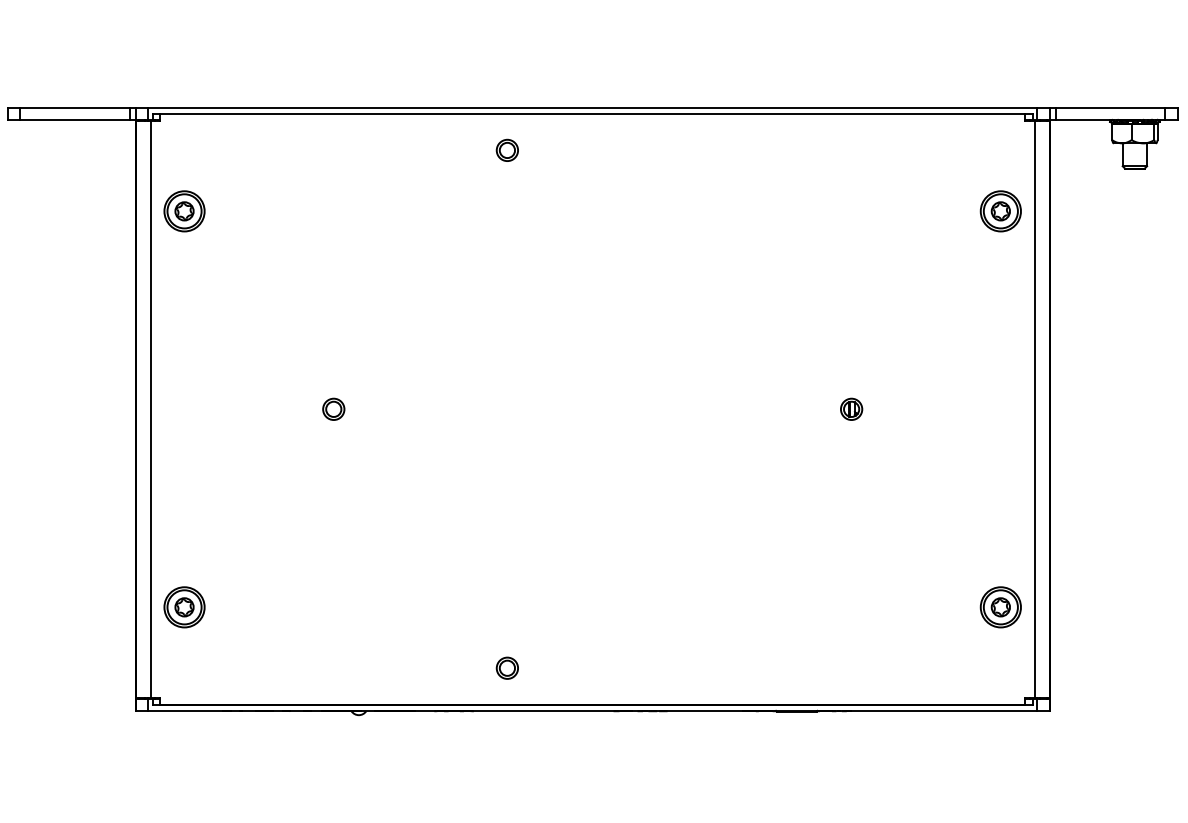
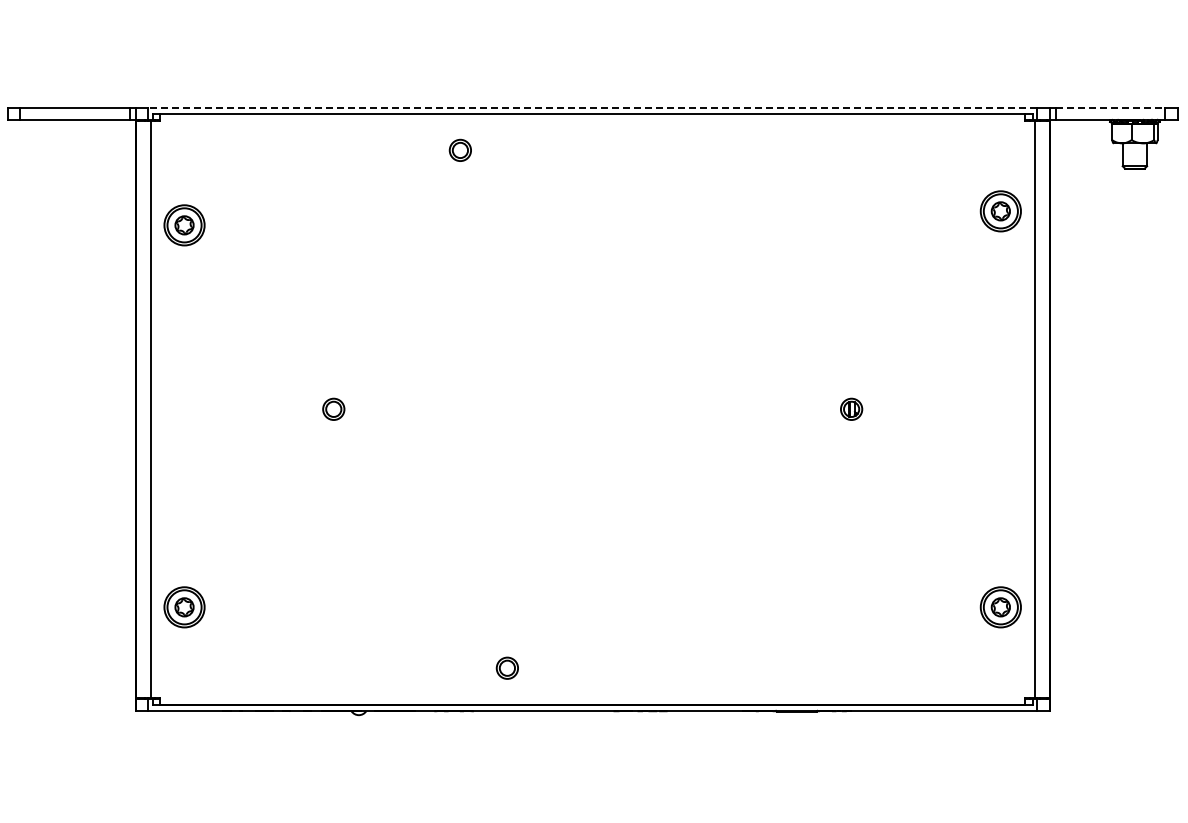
line at (592, 107): solid -> dashed
line at (1110, 107): solid -> dashed
part at (506, 149) position: (506, 149) -> (459, 149)
part at (184, 211) position: (184, 211) -> (184, 225)
